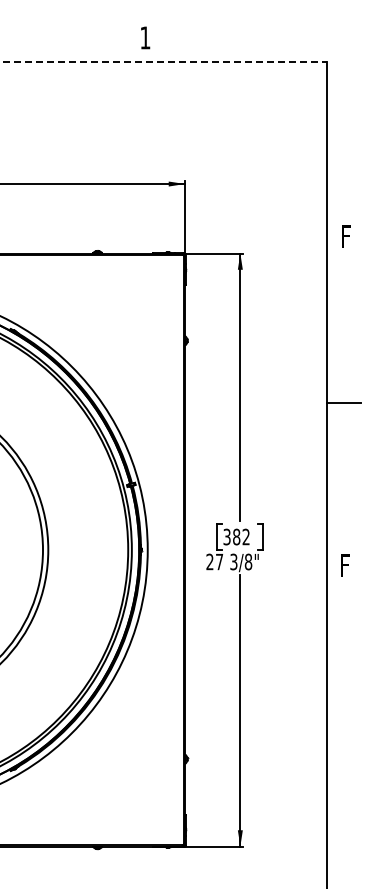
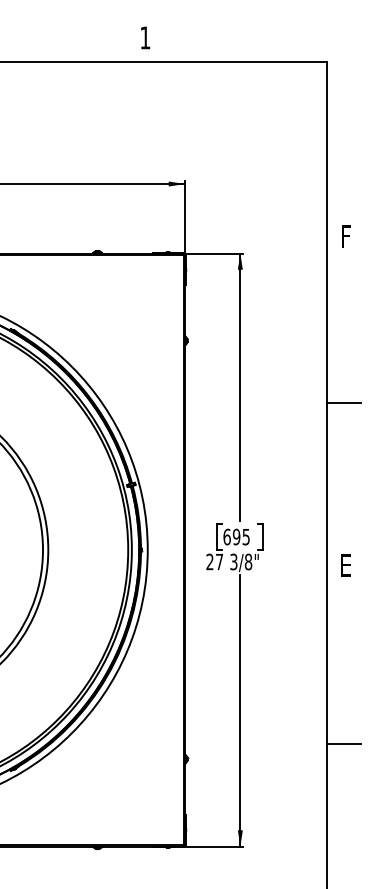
line at (163, 61): dashed -> solid
text at (236, 536): 382 -> 695
text at (346, 565): F -> E
line at (343, 743): none -> present
